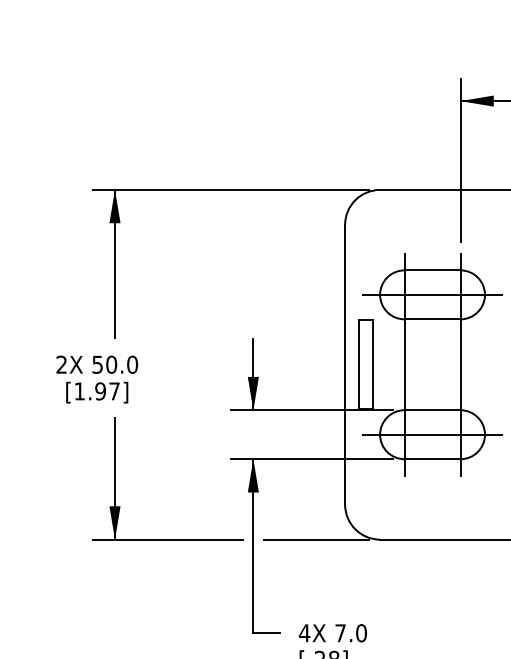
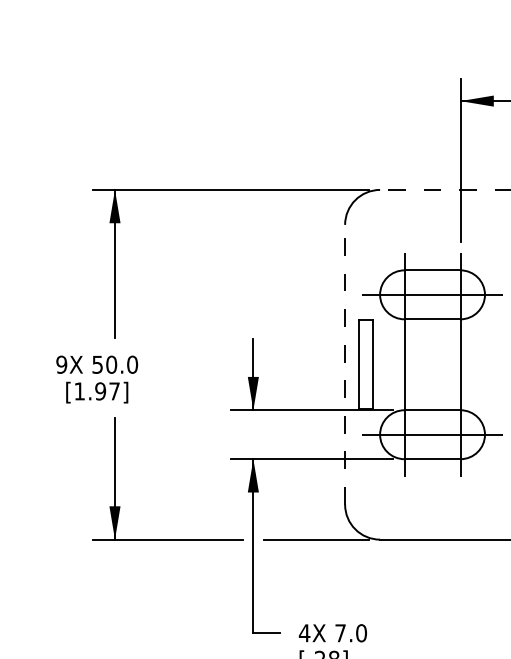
line at (445, 189): solid -> dashed
text at (61, 364): 2X -> 9X
line at (345, 364): solid -> dashed
